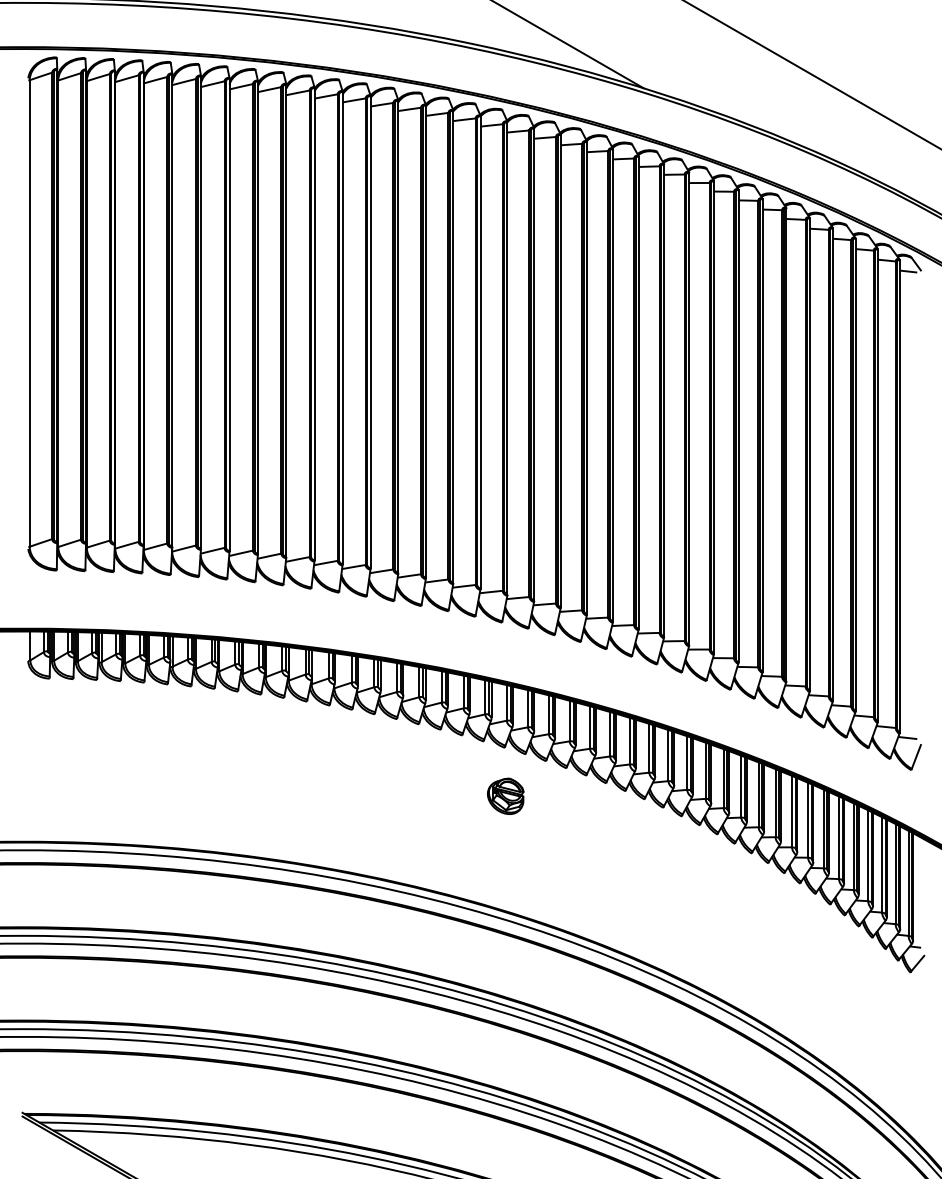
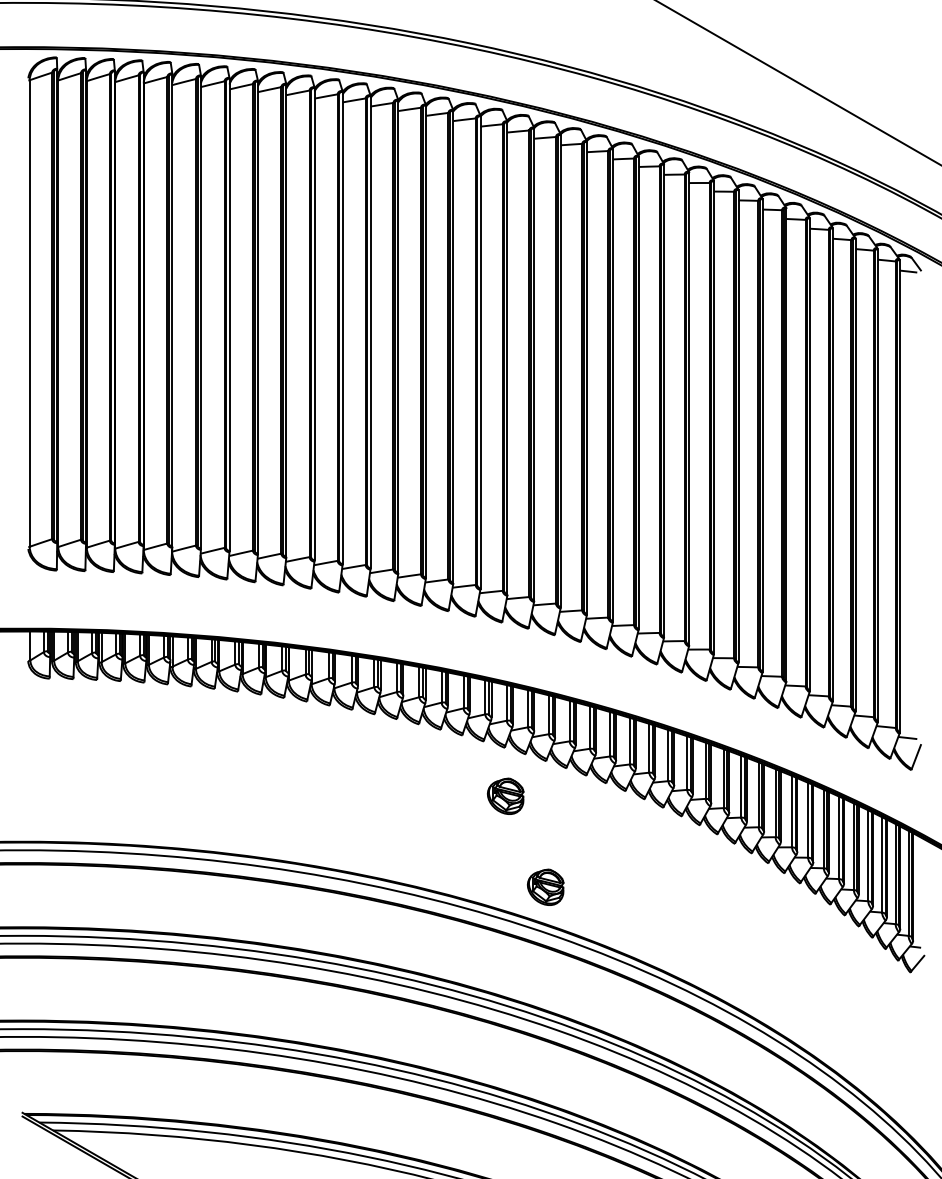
line at (568, 45): present -> none
line at (812, 74) position: (812, 74) -> (798, 82)
part at (545, 886): none -> present
